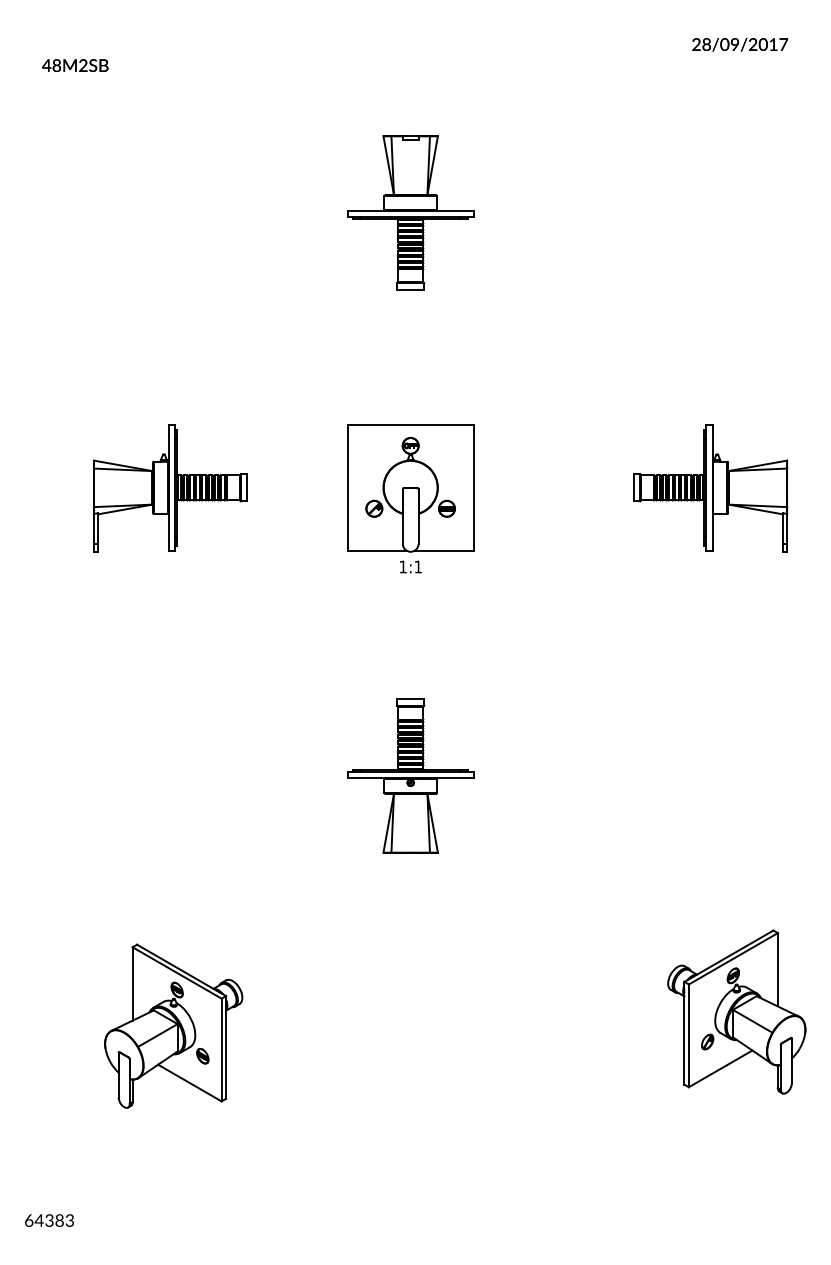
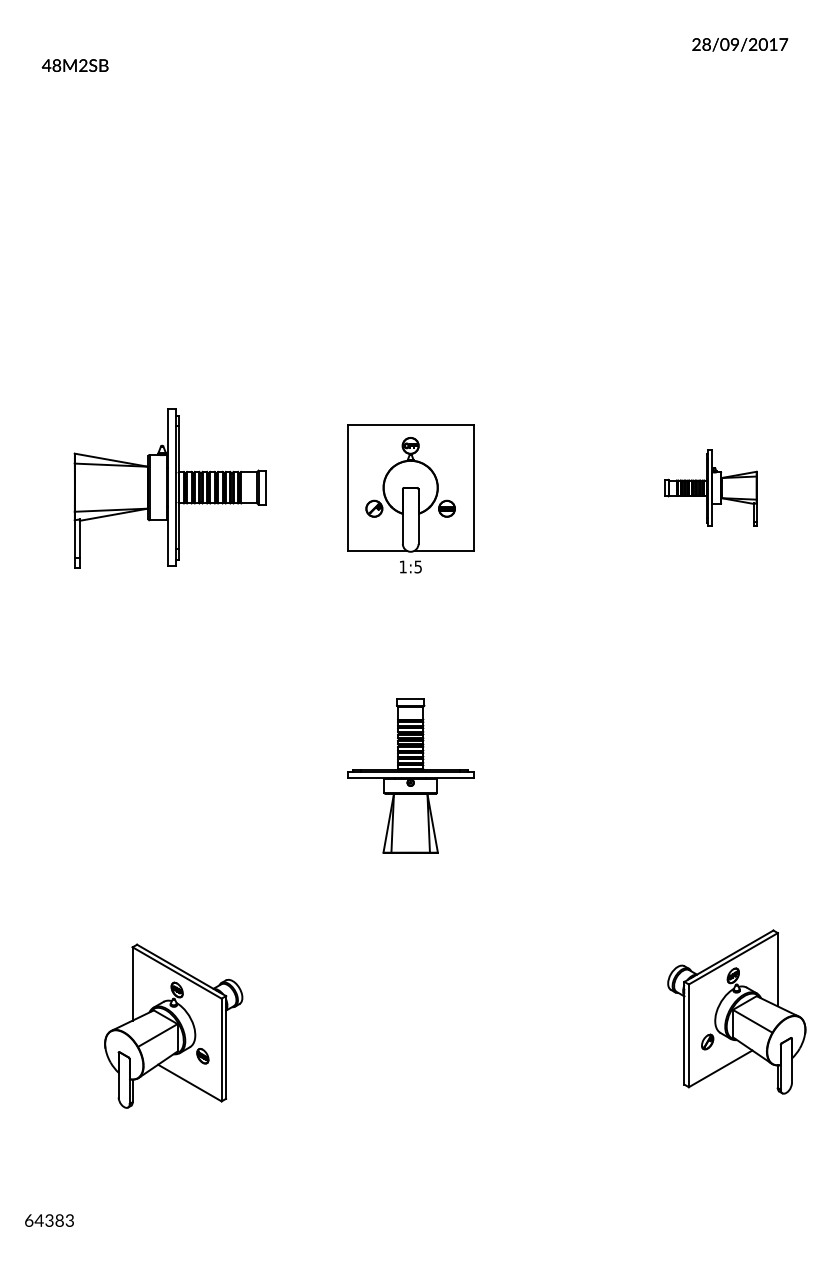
part at (410, 212): present -> none
part at (170, 488) size: 155x129 px -> 194x161 px
part at (710, 488) size: 156x129 px -> 94x78 px
text at (417, 566): 1:1 -> 1:5
